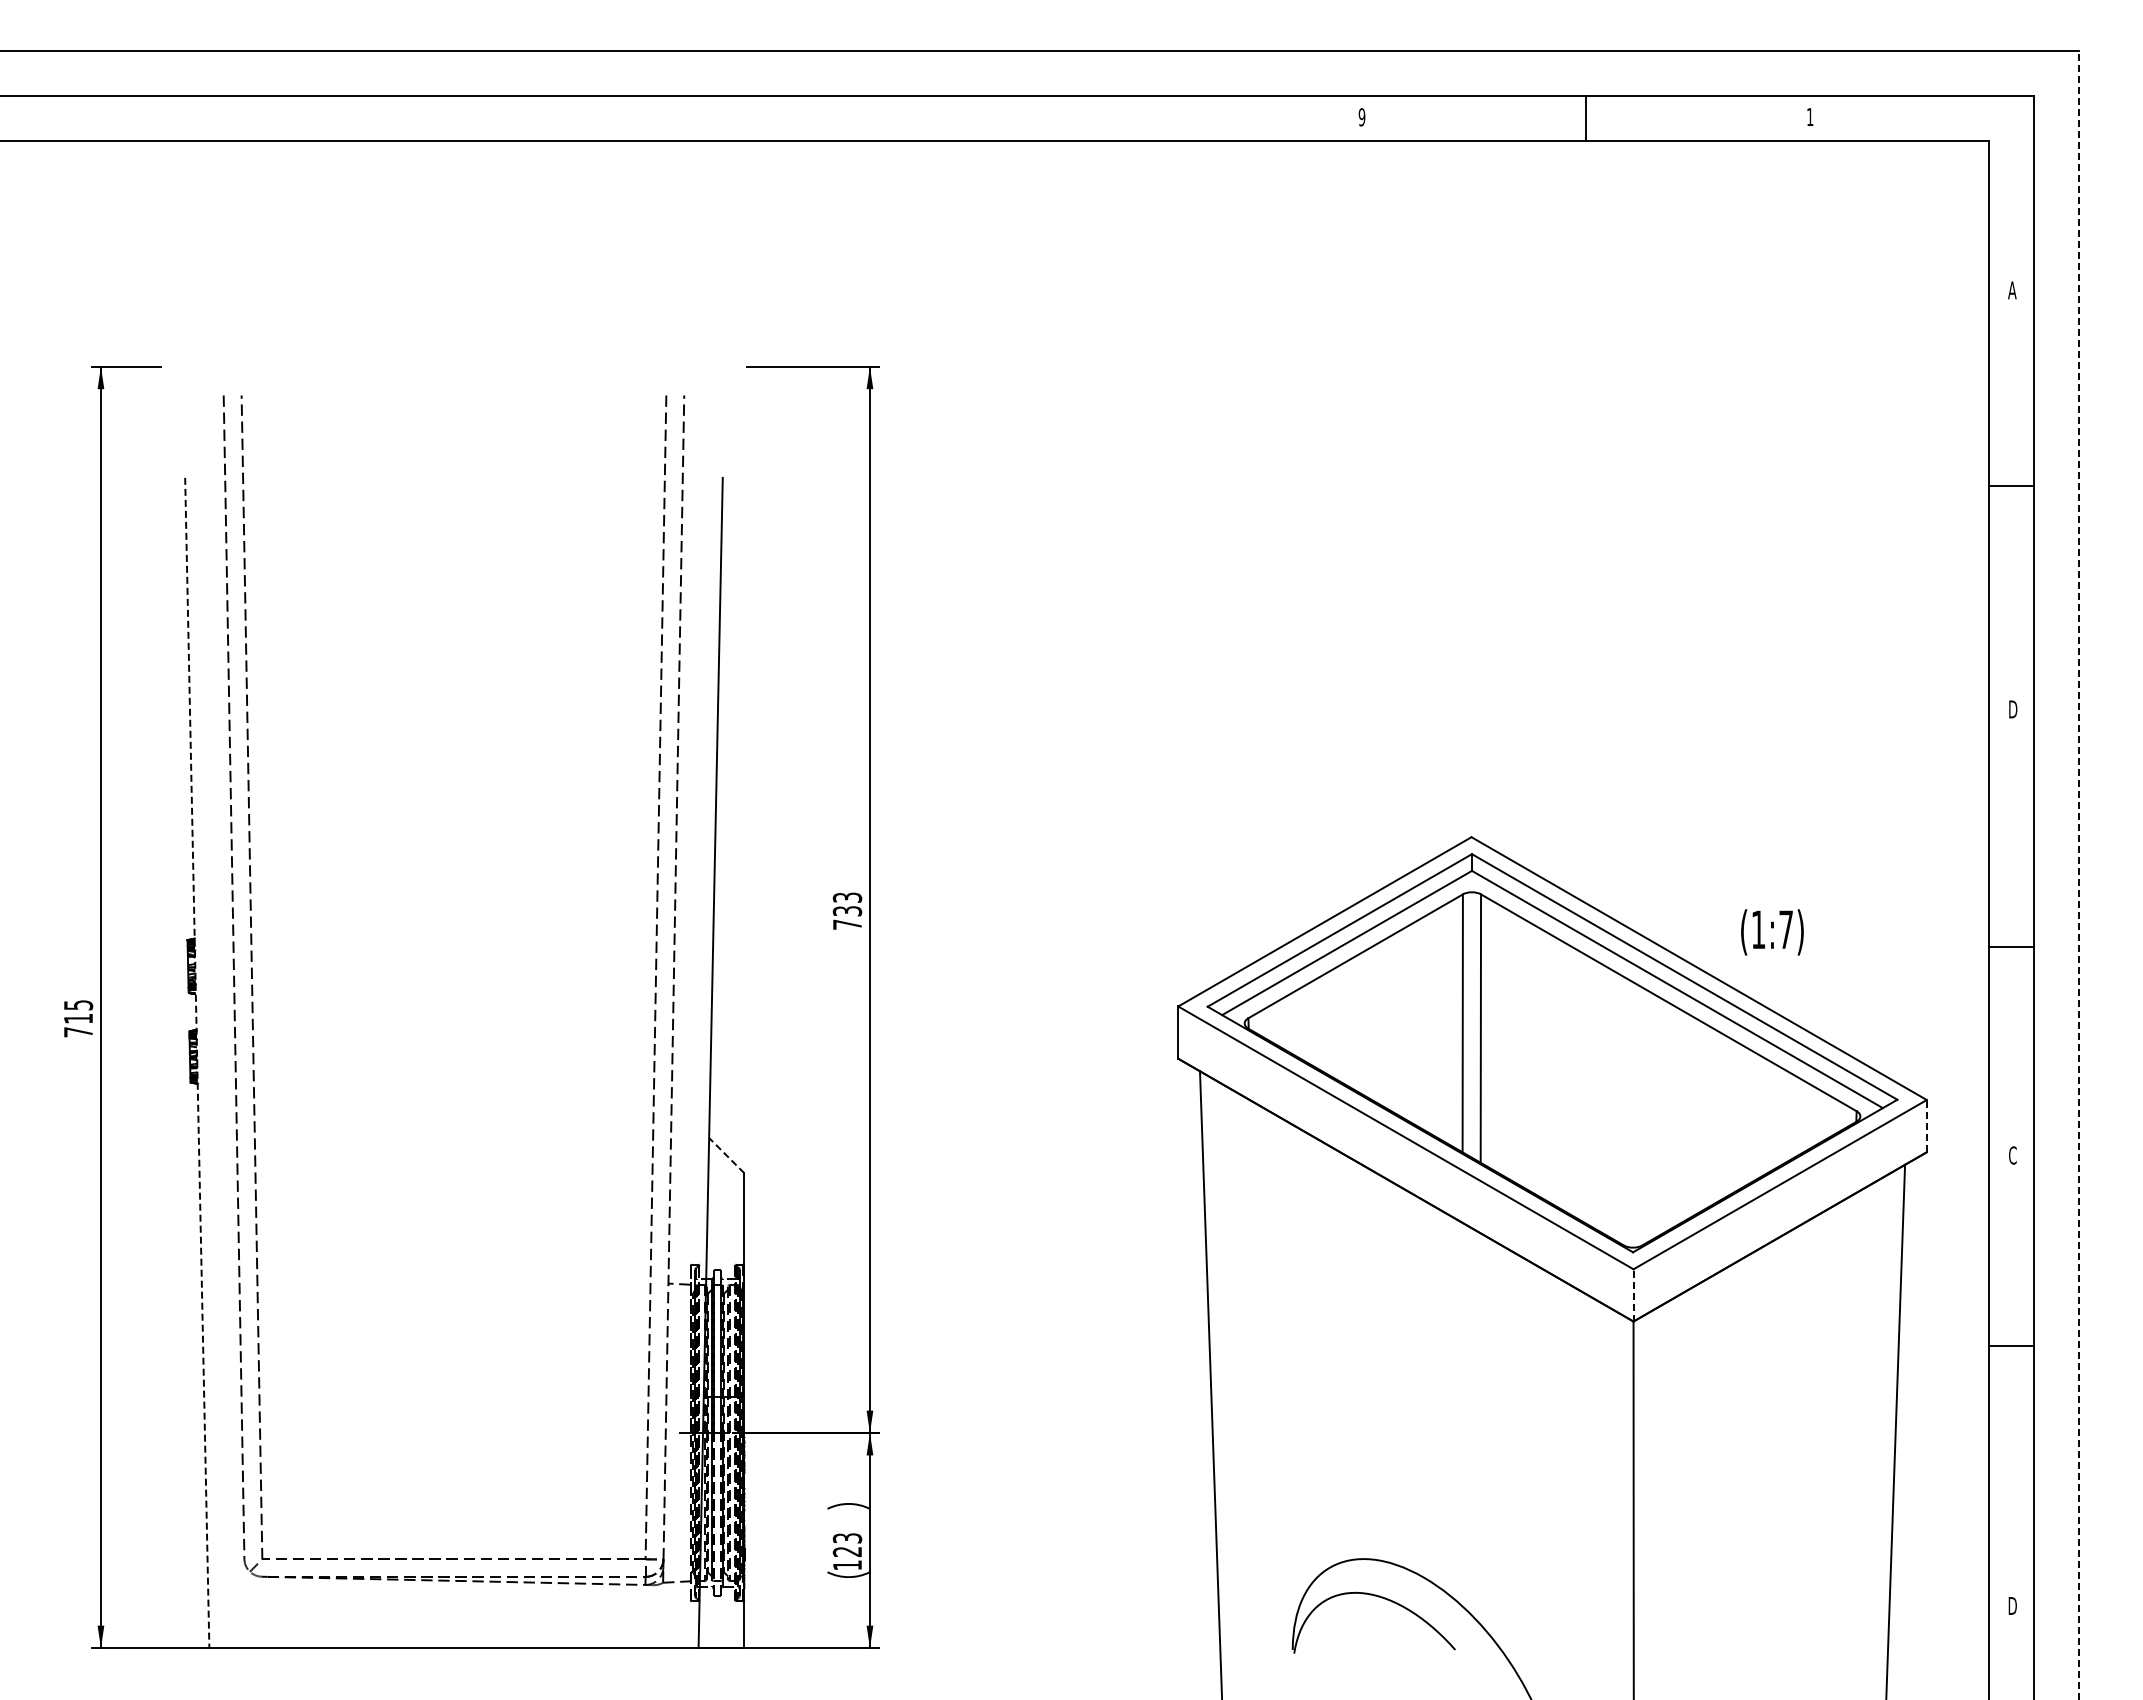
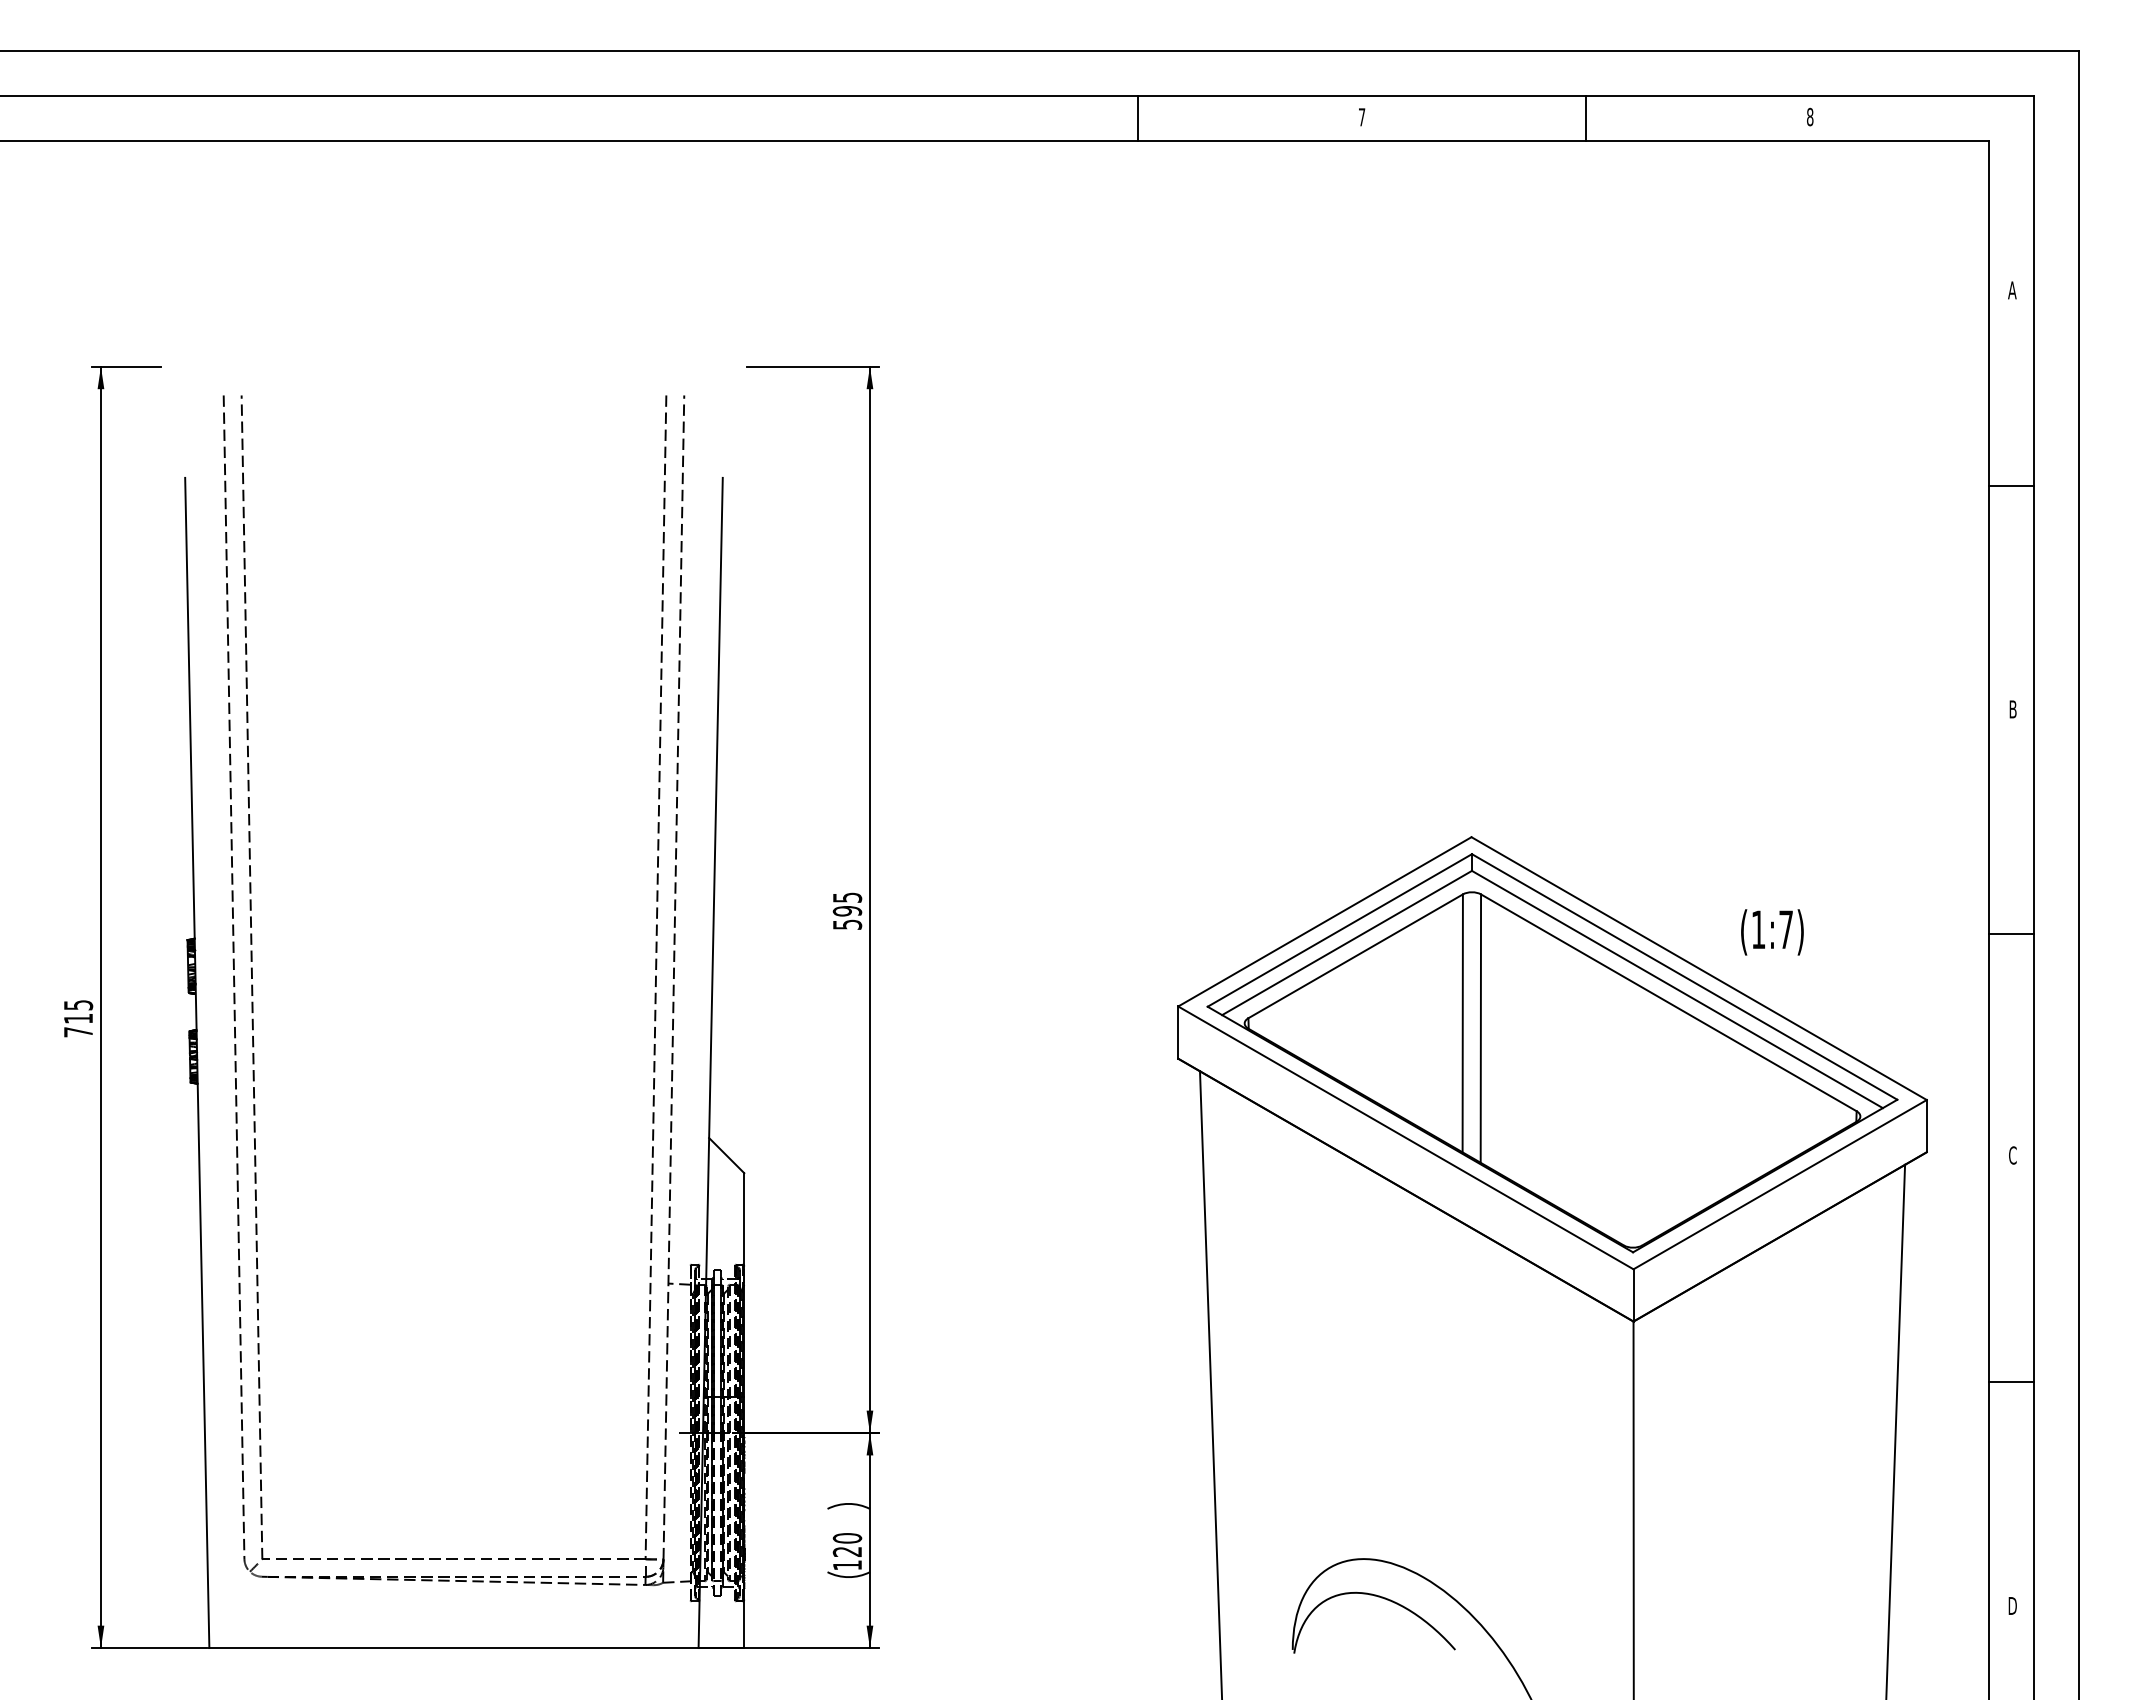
text at (1810, 116): 1 -> 8
line at (1137, 117): none -> present
text at (1361, 117): 9 -> 7
text at (2013, 709): D -> B
line at (2078, 874): dashed -> solid
text at (847, 910): 733 -> 595
line at (2011, 946) position: (2011, 946) -> (2011, 933)
line at (197, 1063): dashed -> solid
line at (1926, 1125): dashed -> solid
line at (726, 1155): dashed -> solid
line at (1633, 1294): dashed -> solid
line at (2011, 1345) position: (2011, 1345) -> (2011, 1381)
text at (847, 1538): 123 -> 120
